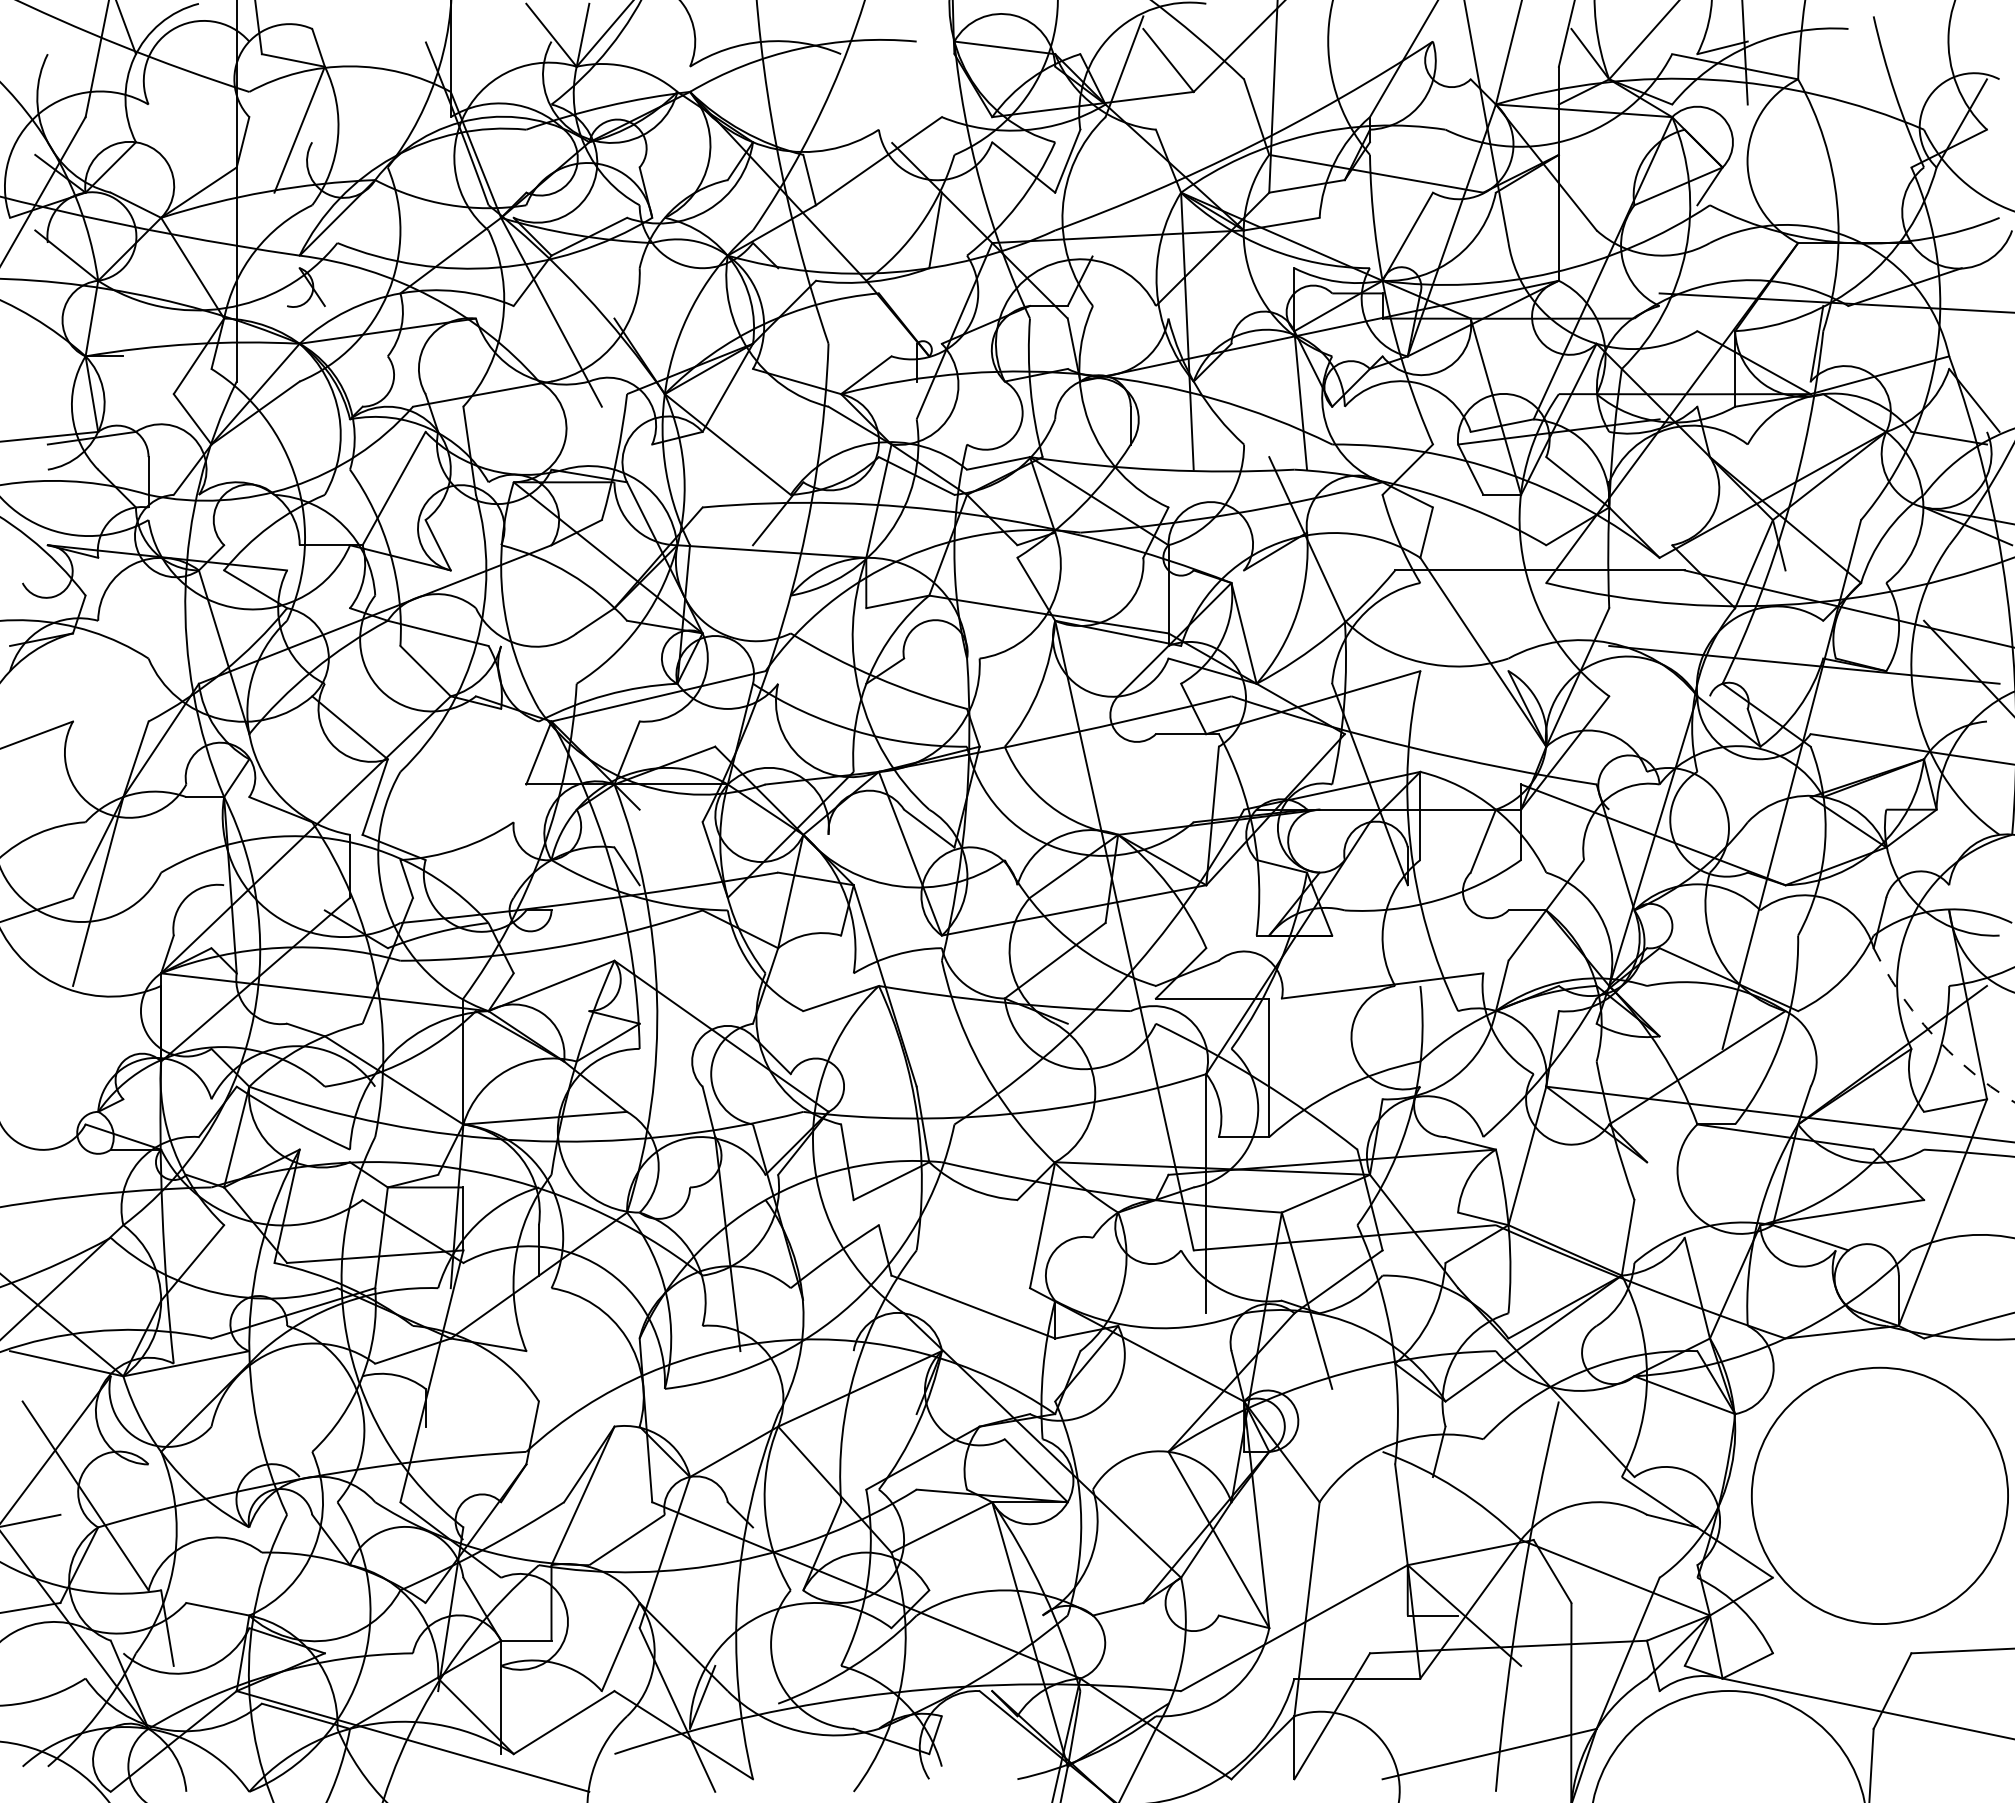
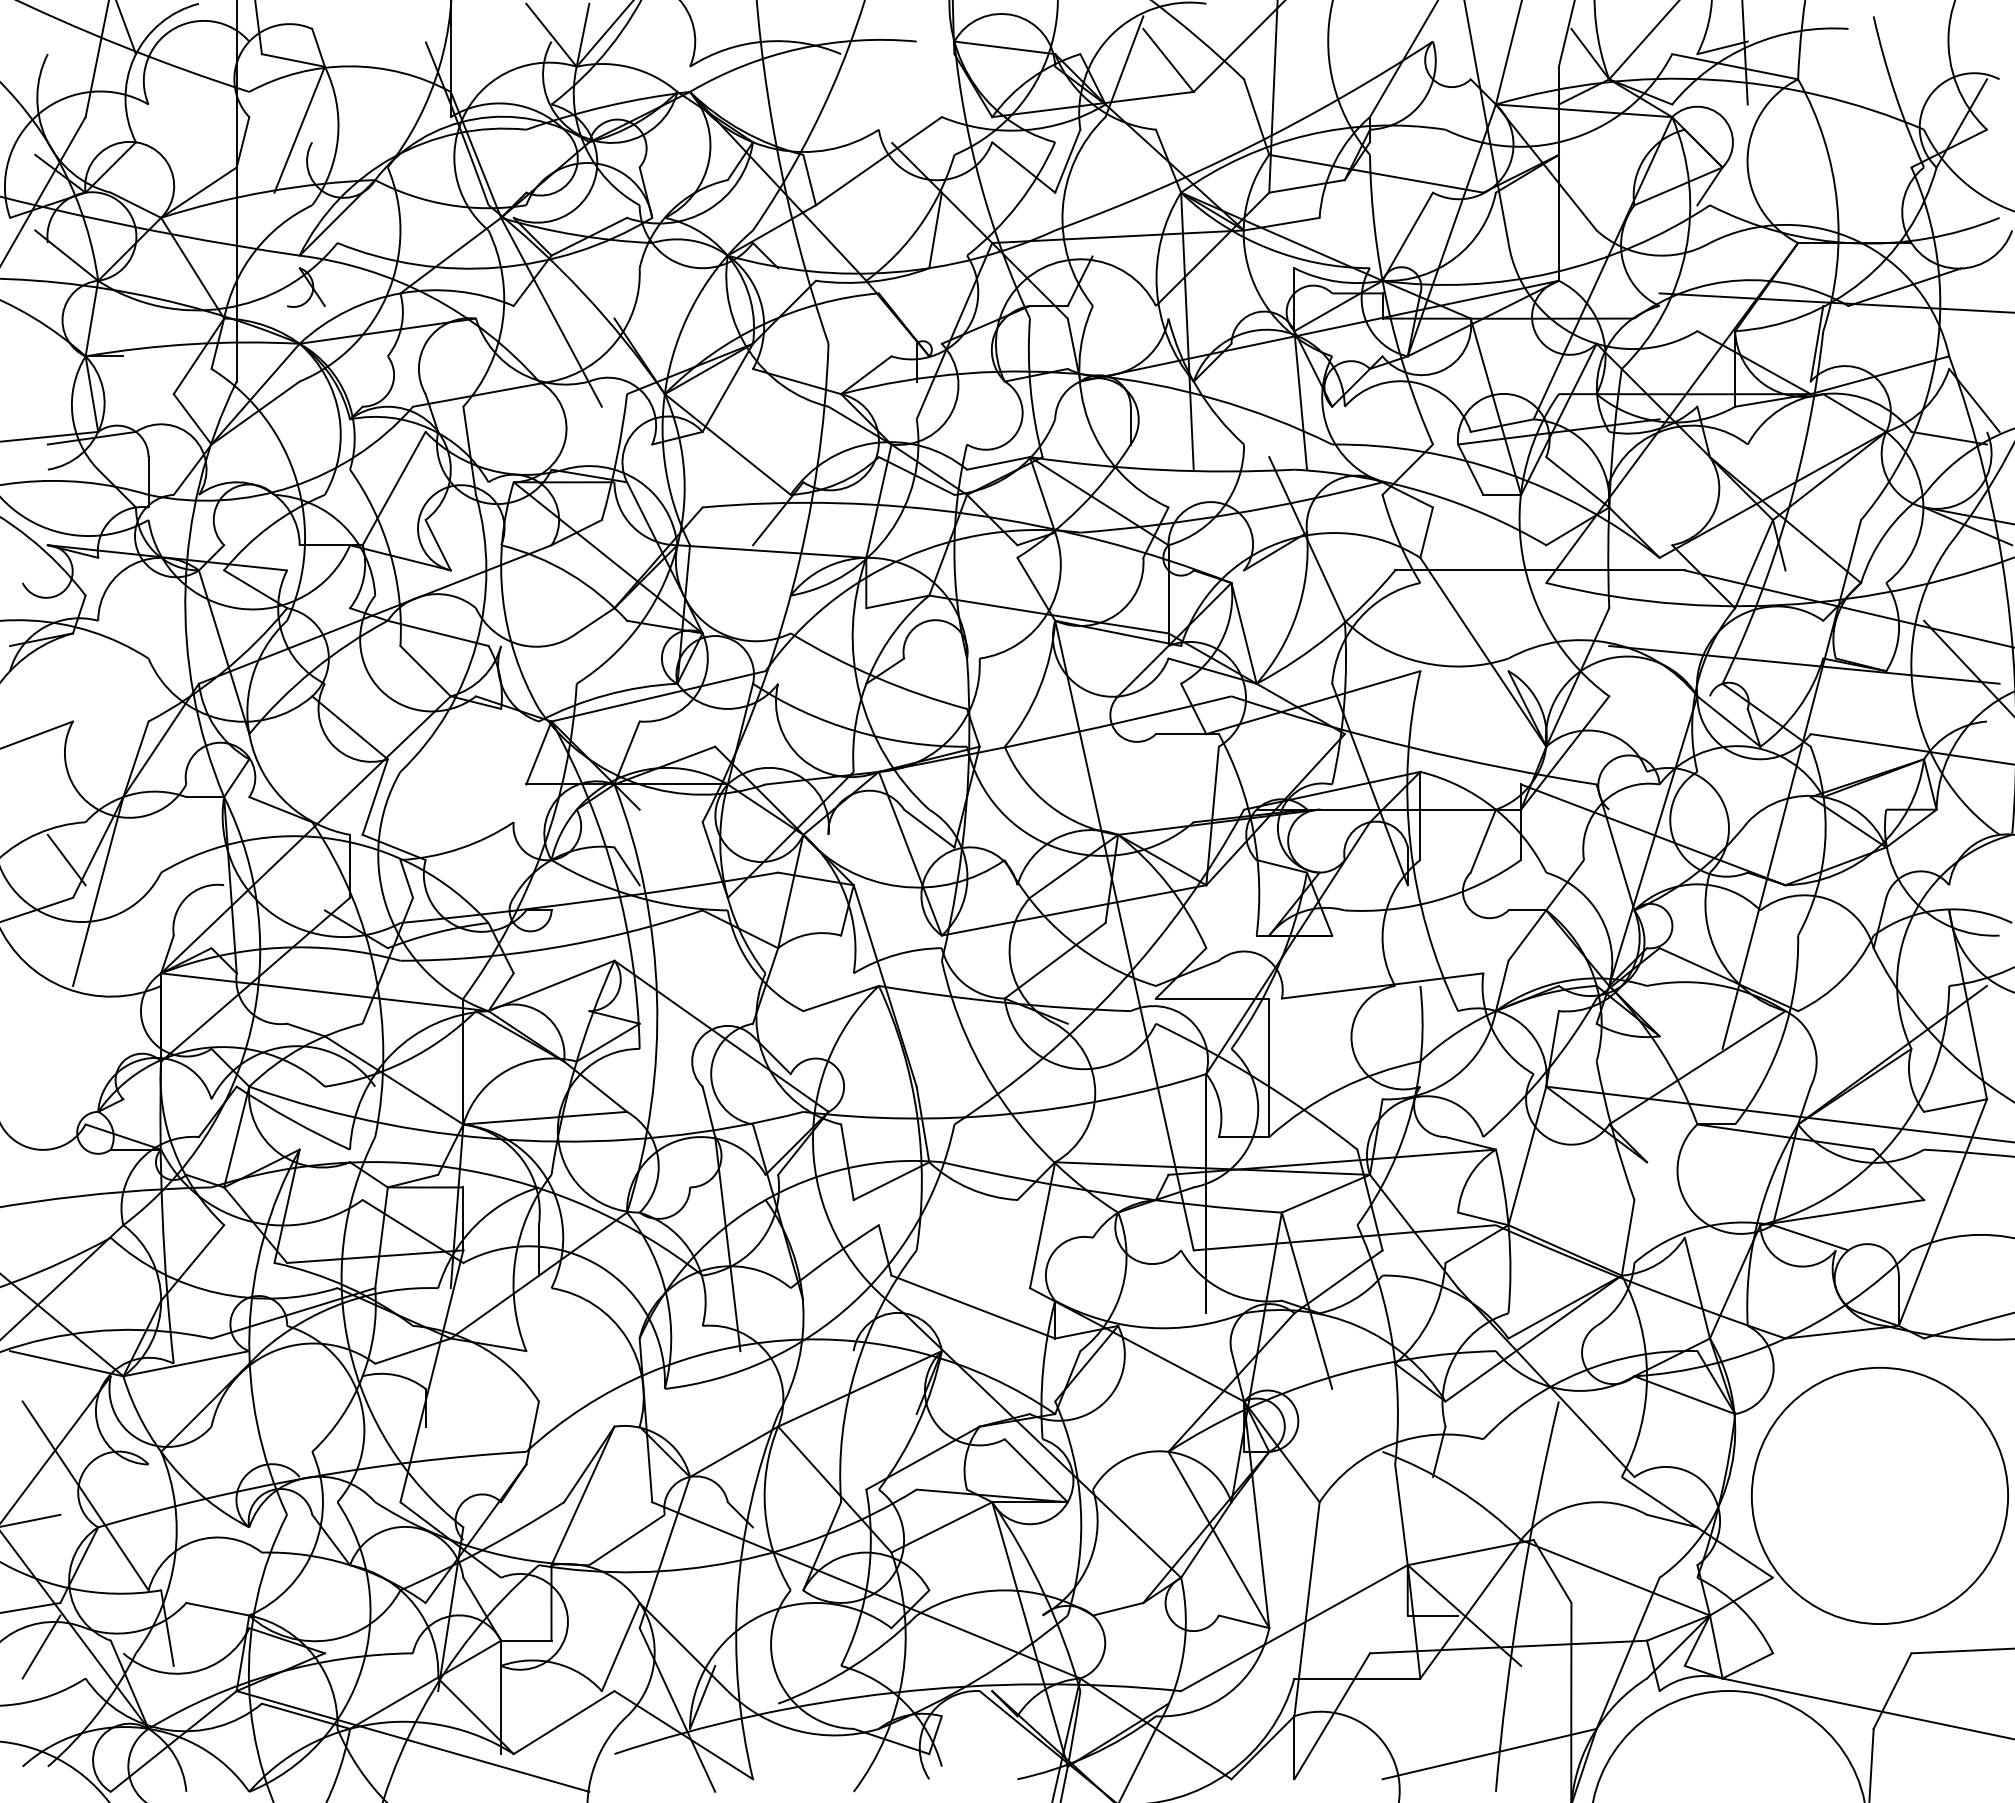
line at (66, 859): none -> present
arc at (1934, 1036): dashed -> solid
line at (41, 1646): none -> present
